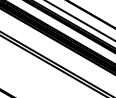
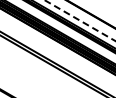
line at (79, 20): solid -> dashed
